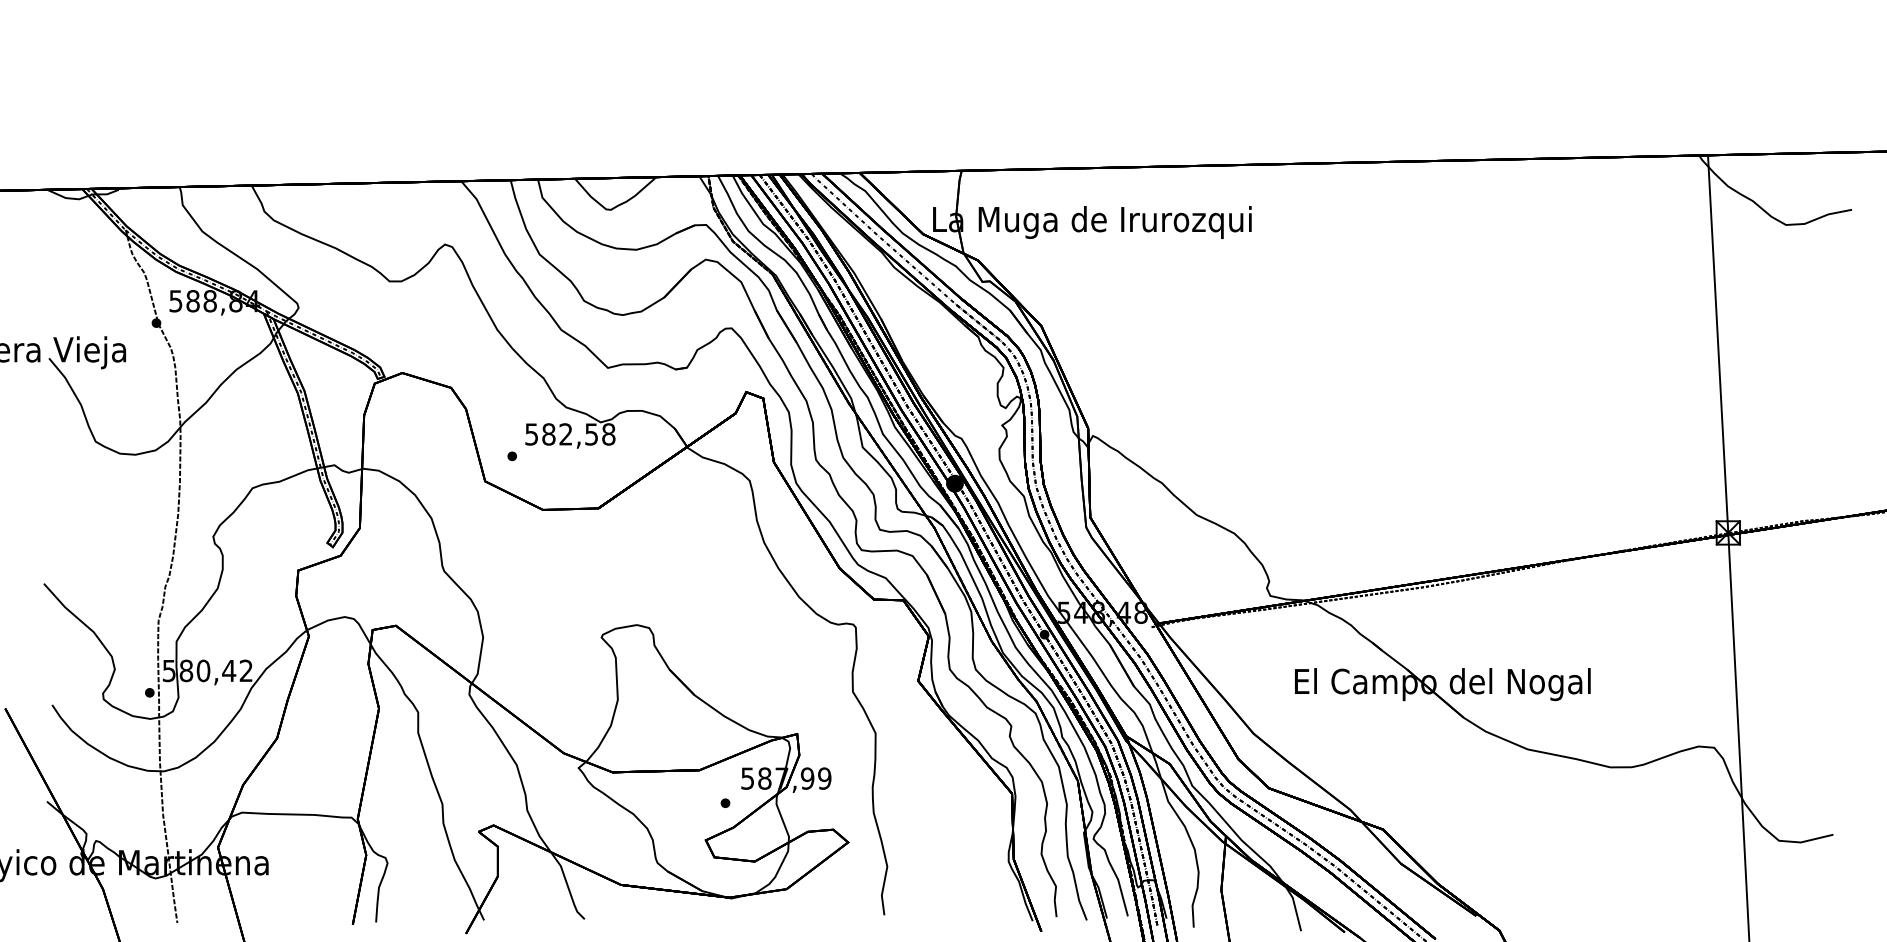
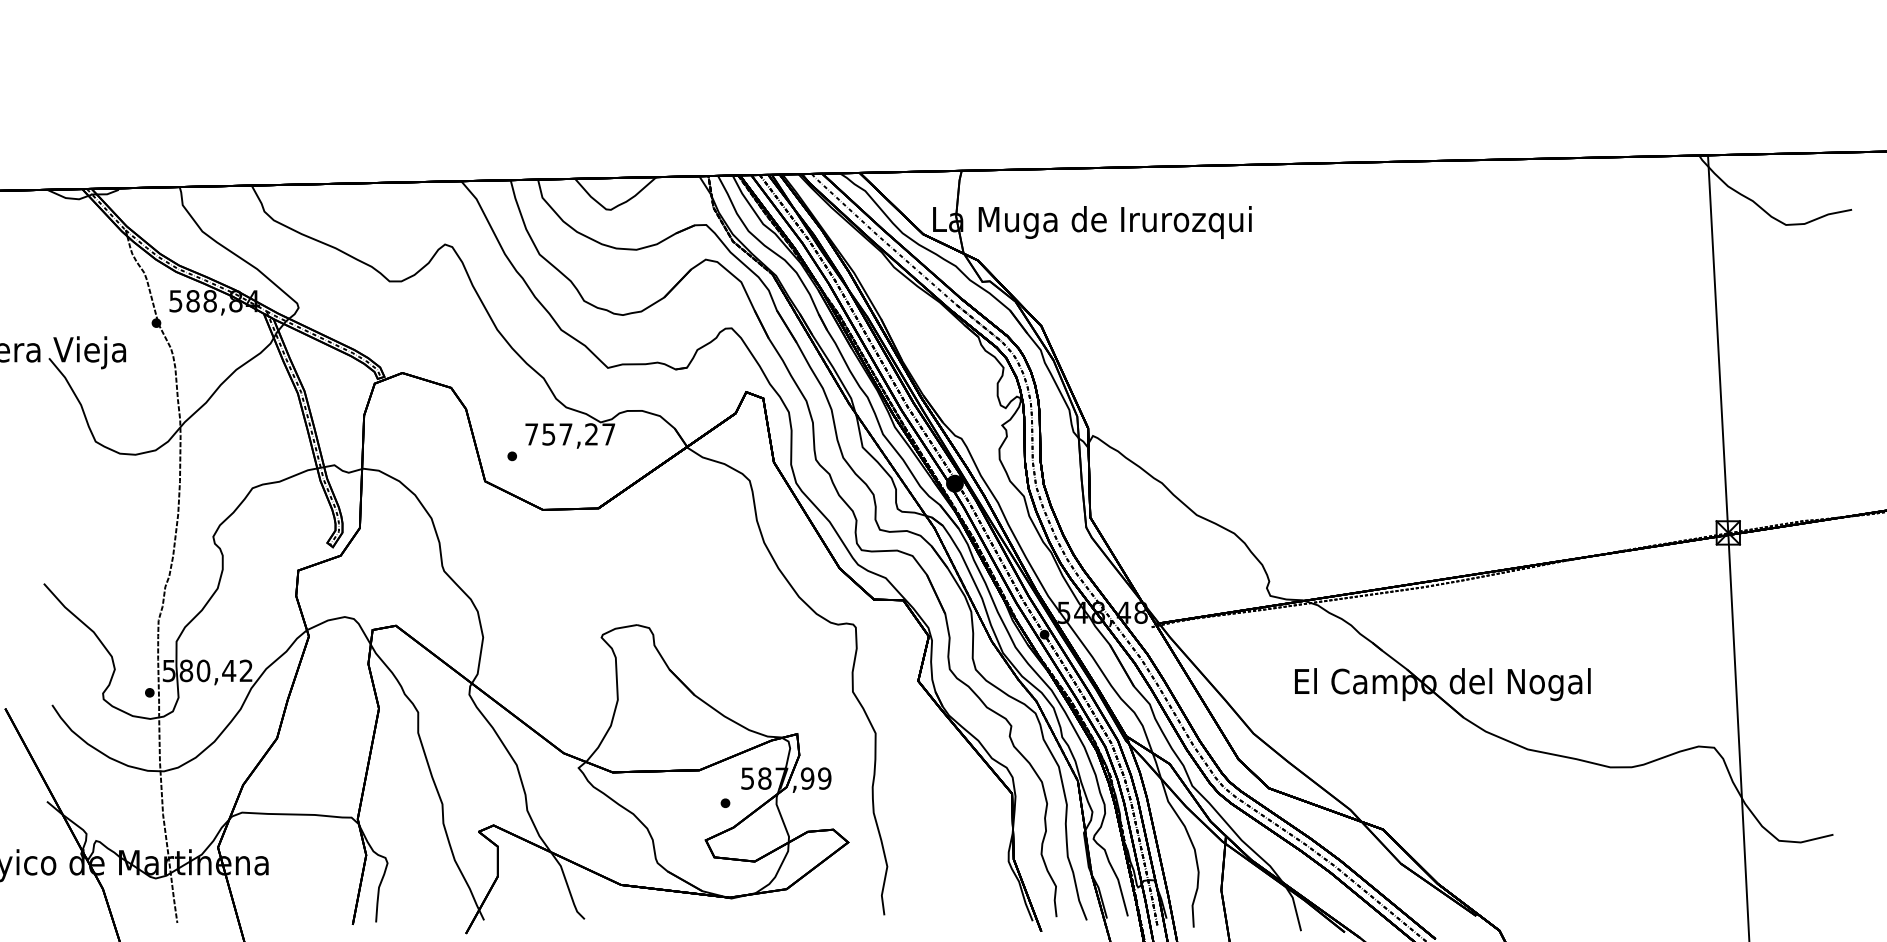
text at (570, 434): 582,58 -> 757,27
